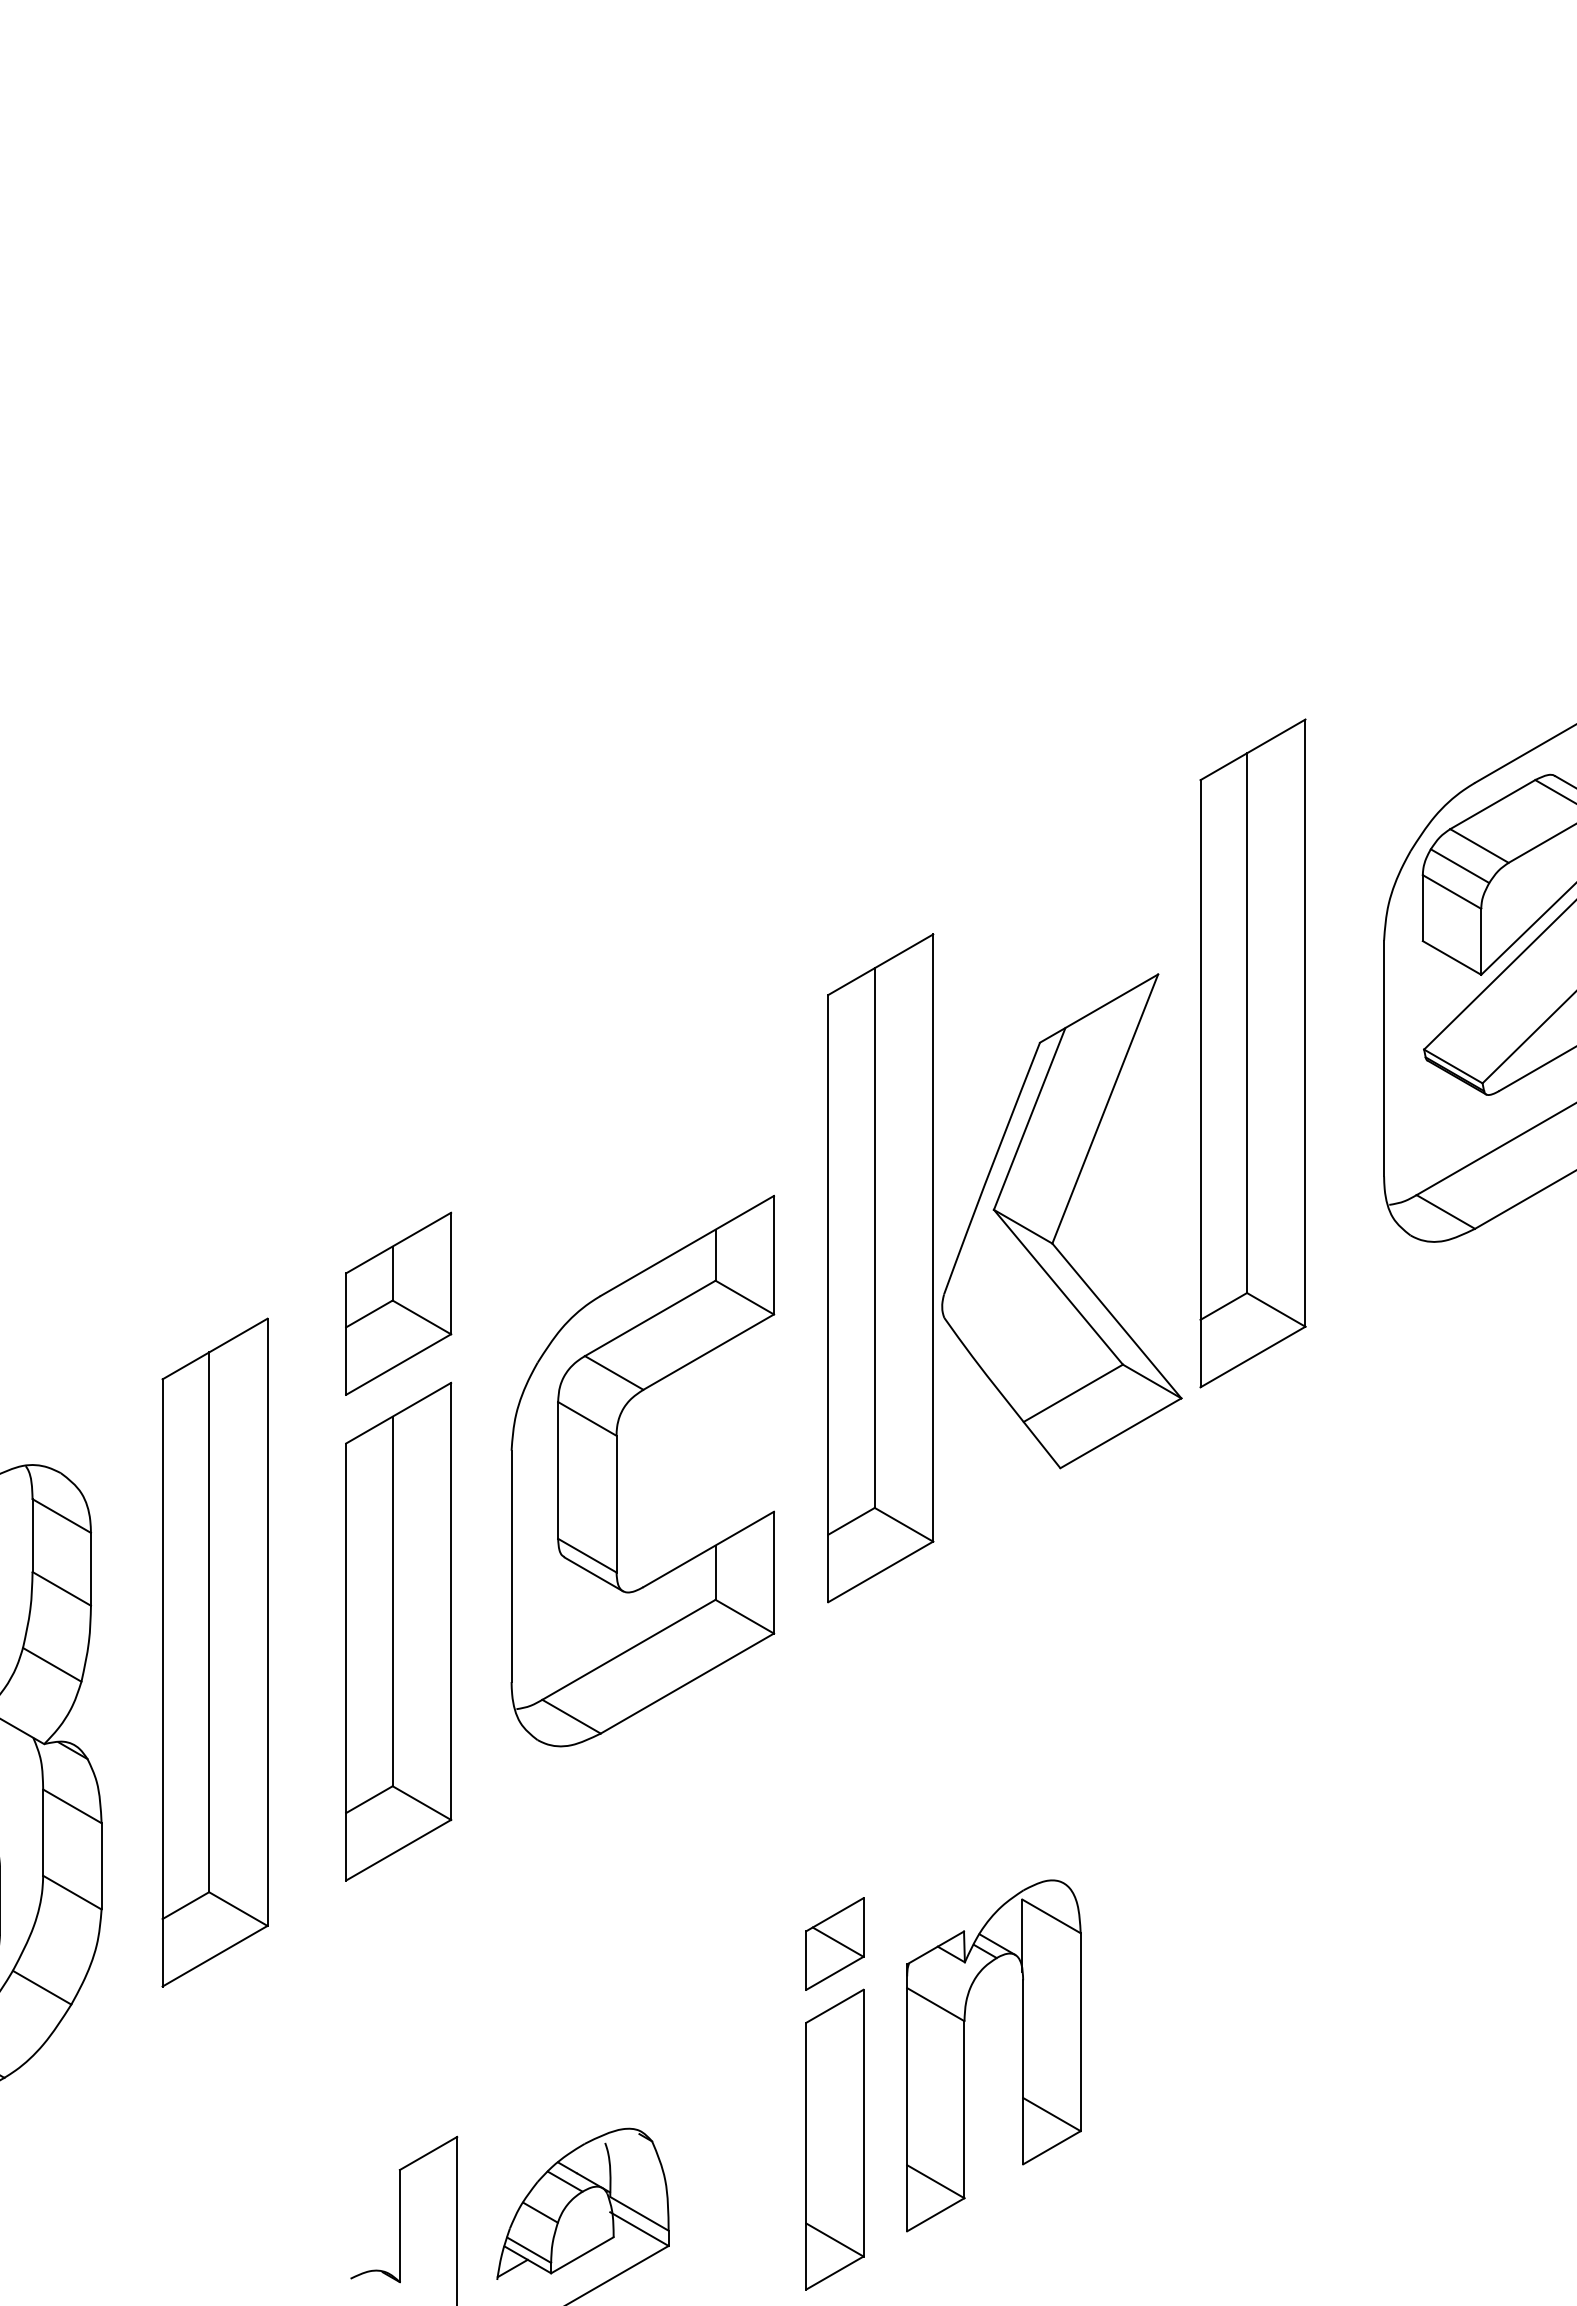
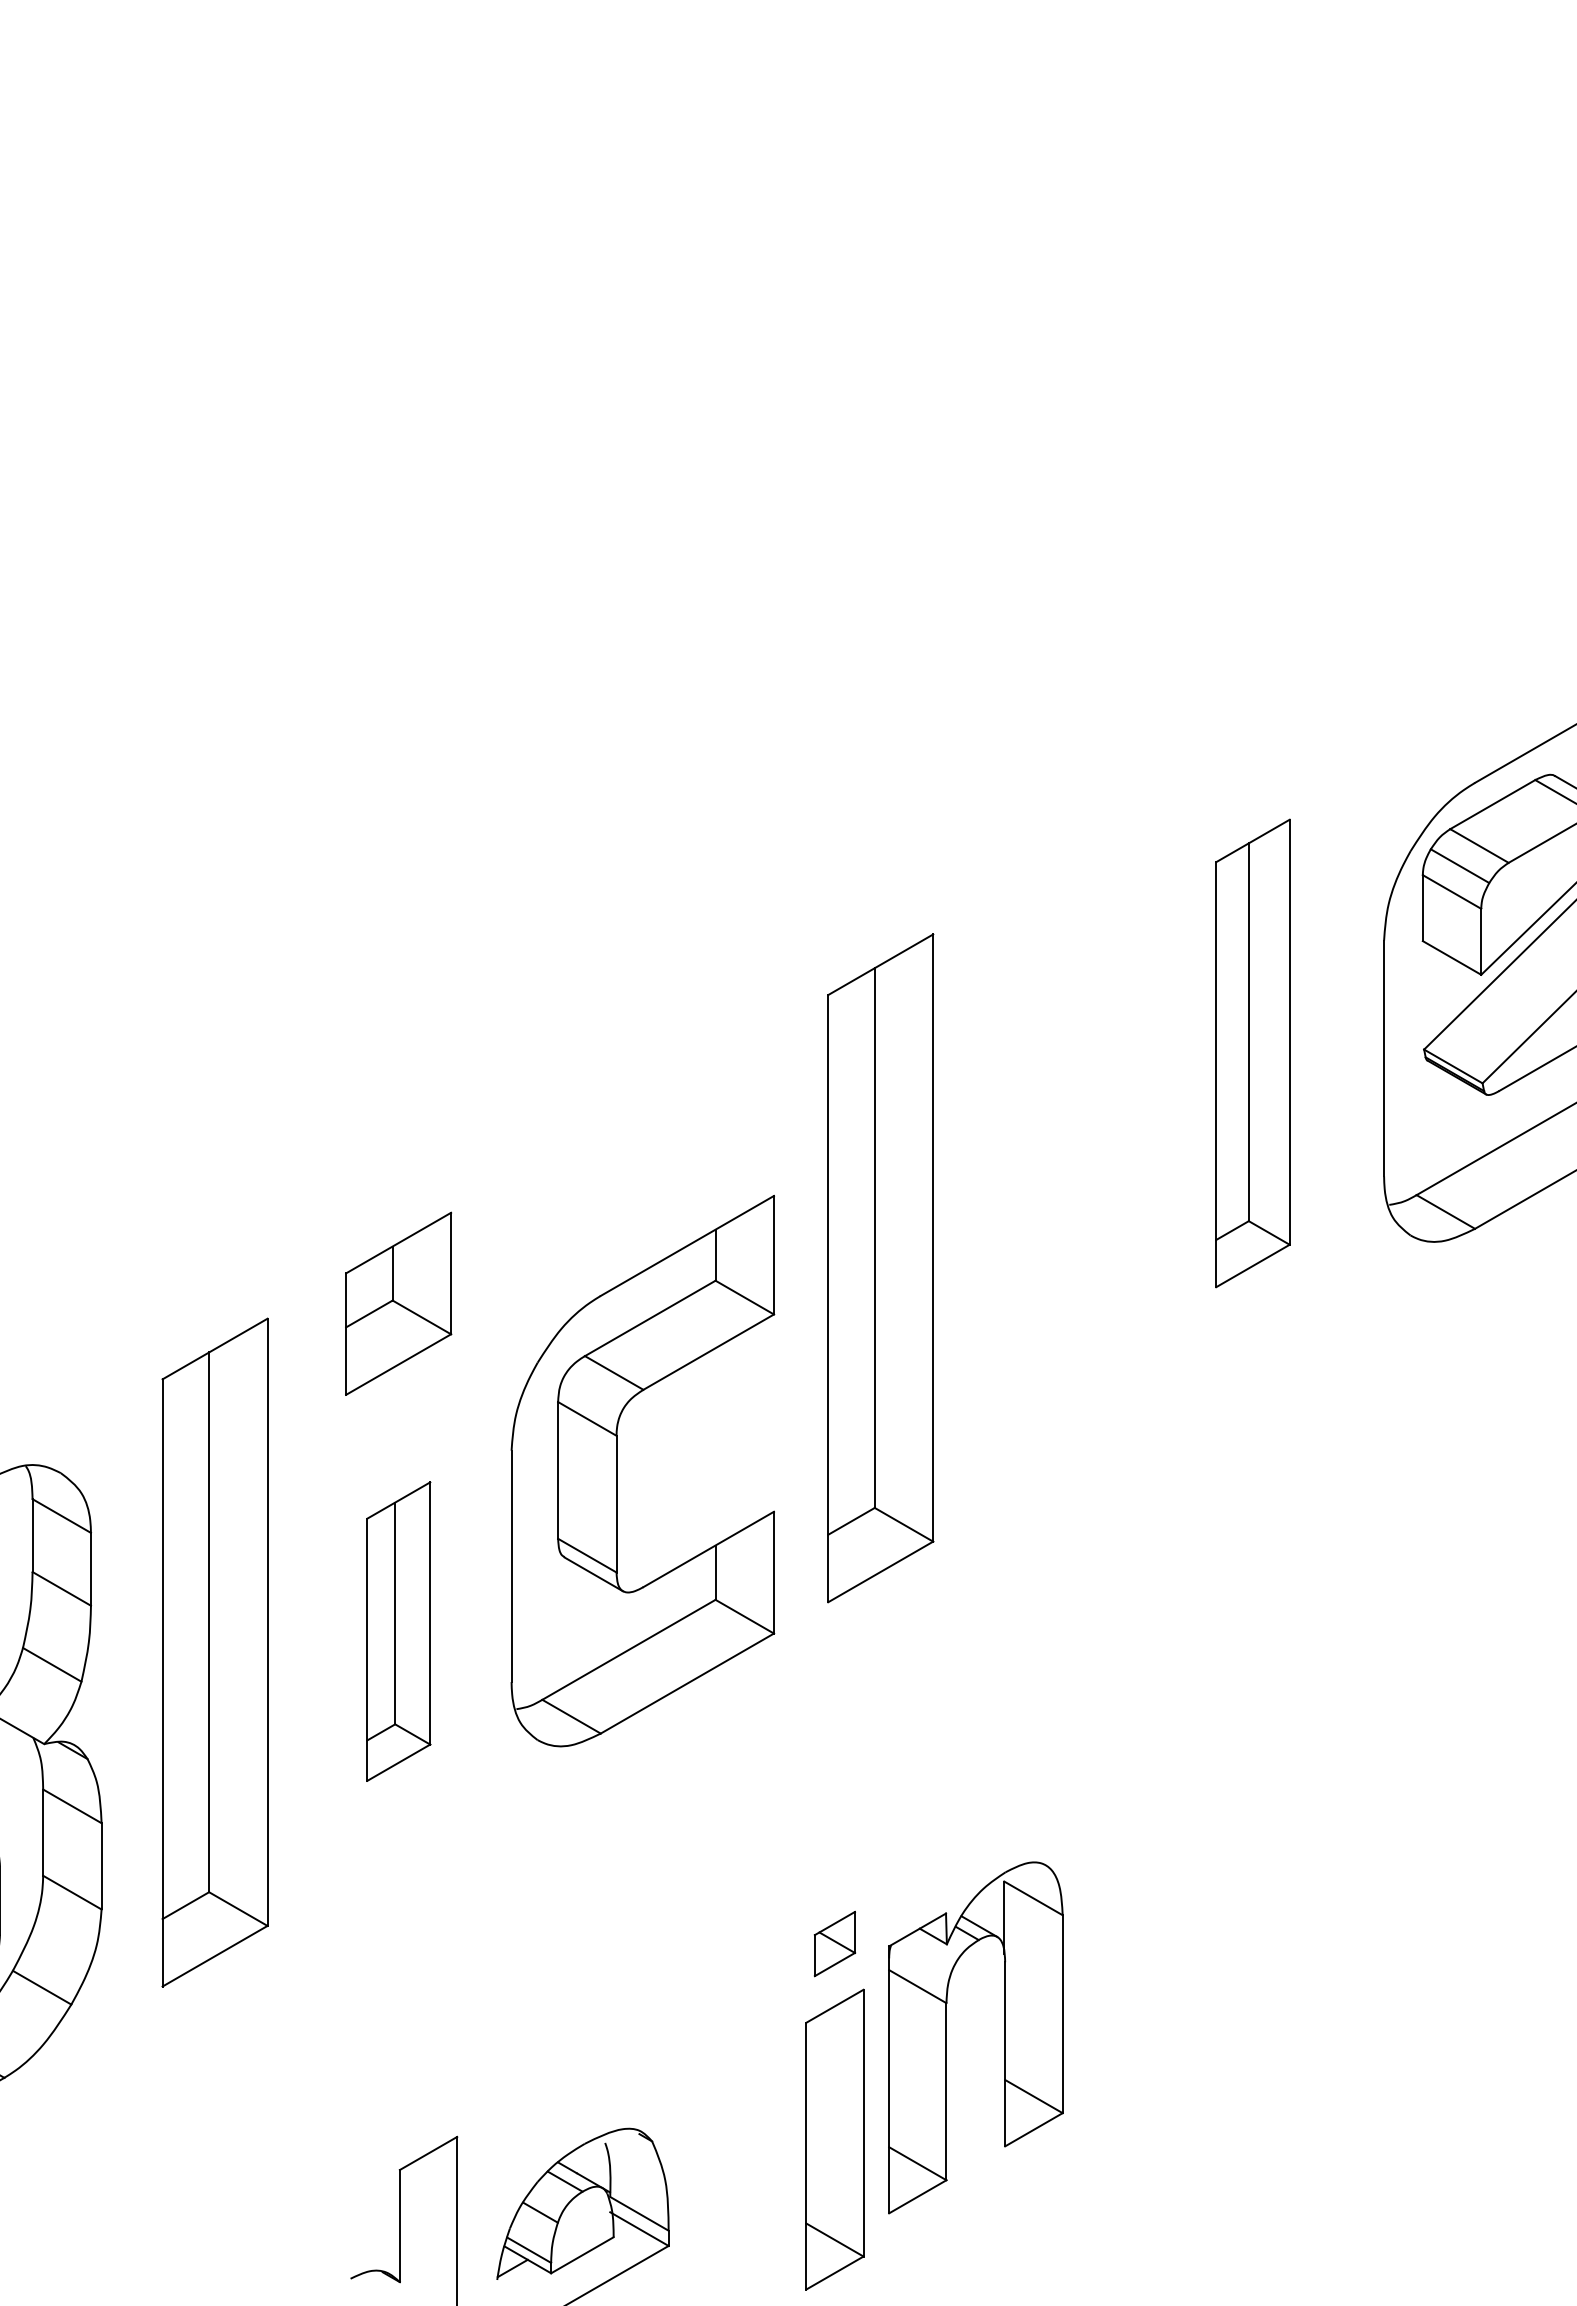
part at (1252, 1053) size: 108x671 px -> 76x471 px
part at (1061, 1221): present -> none
part at (398, 1631) size: 108x501 px -> 66x301 px
part at (834, 1943) size: 60x94 px -> 43x68 px
part at (964, 2055) position: (964, 2055) -> (946, 2037)
